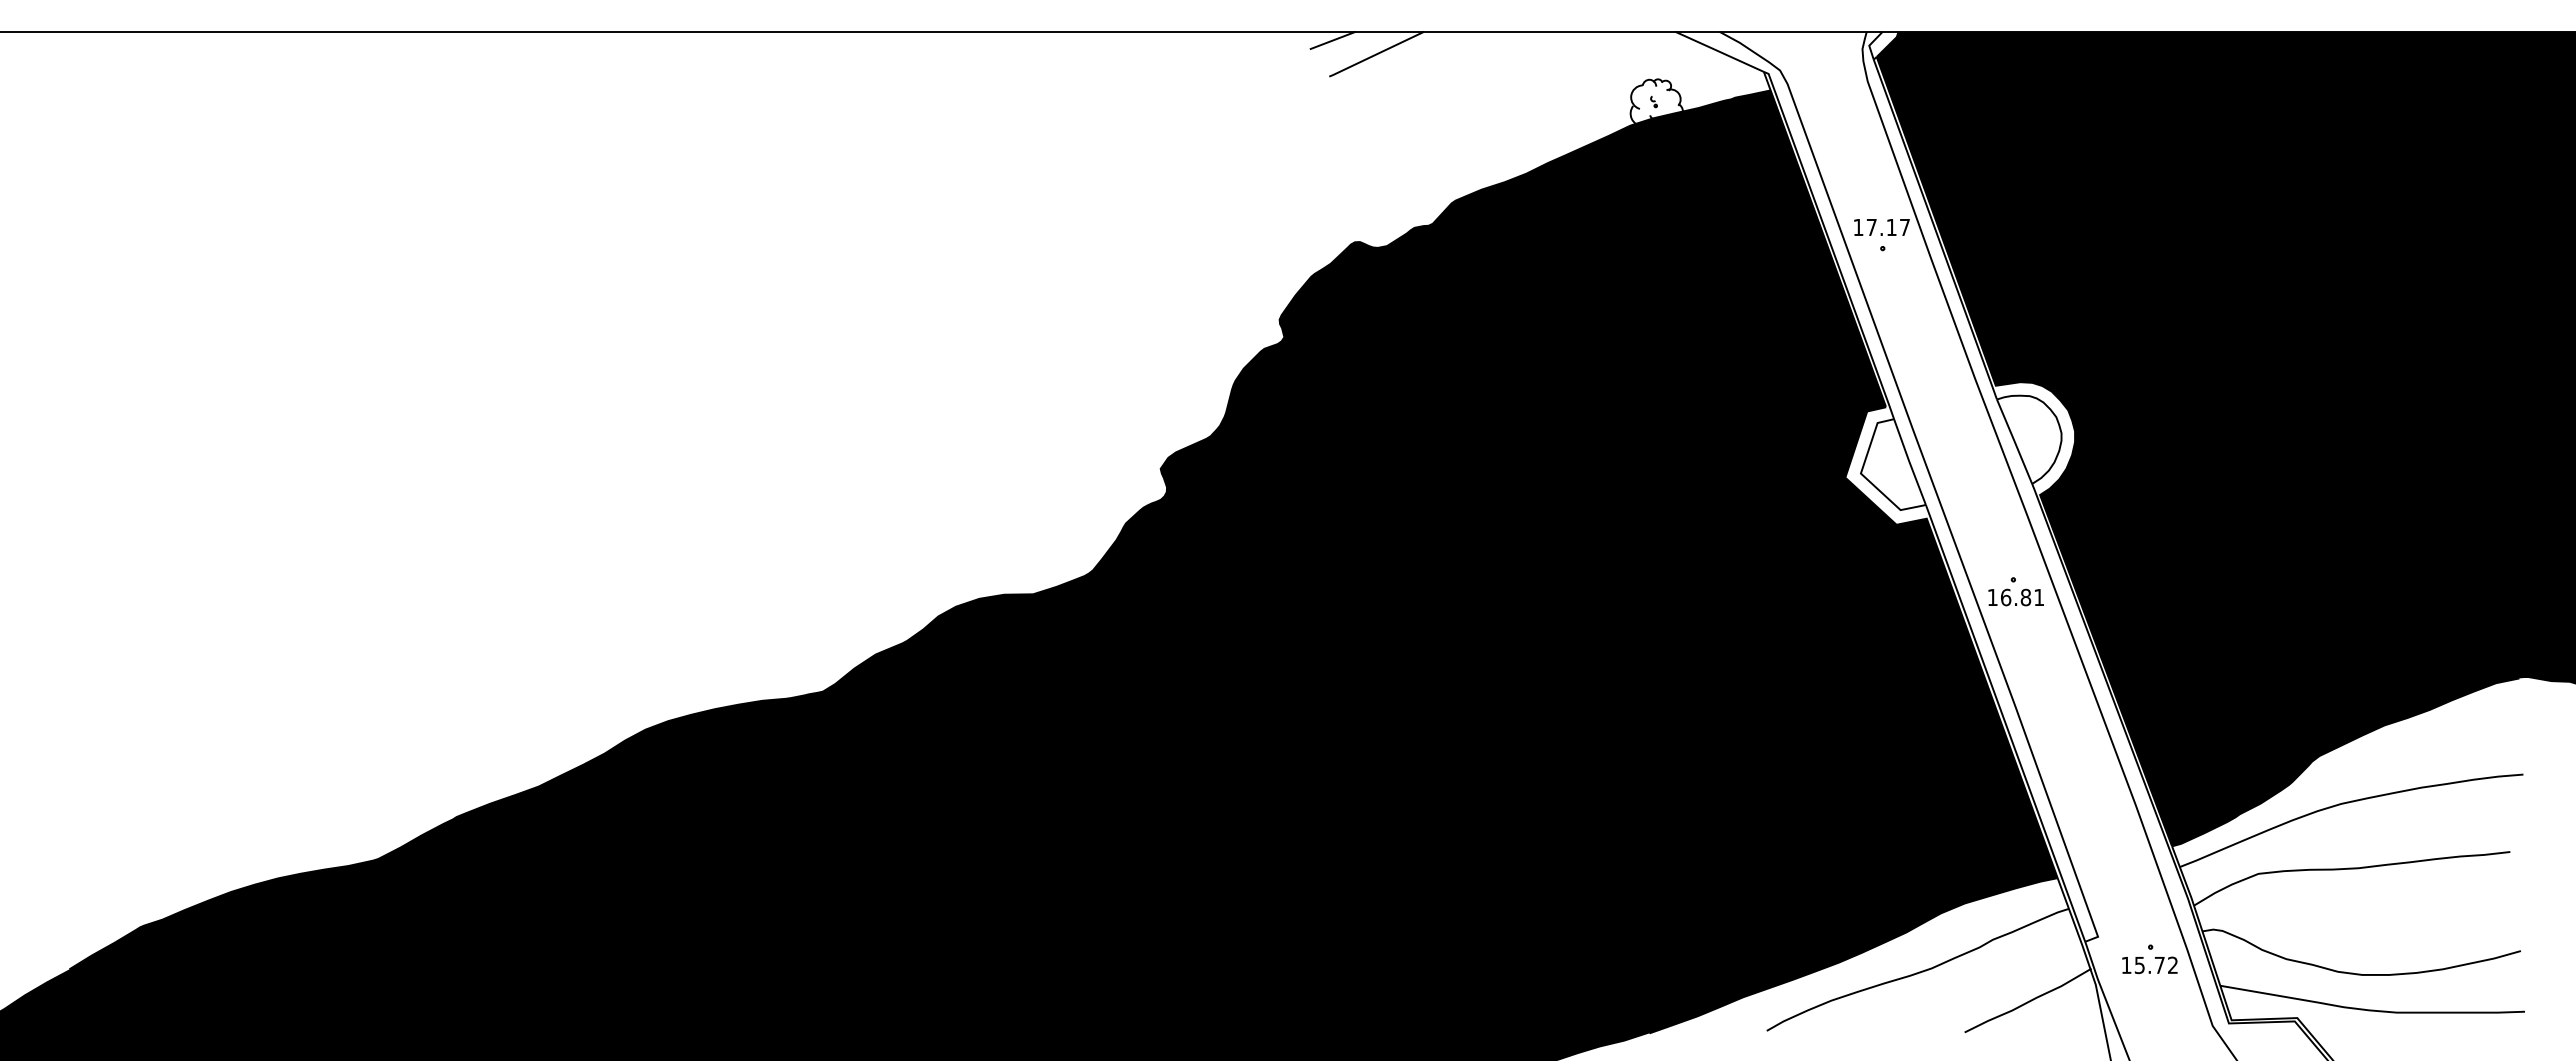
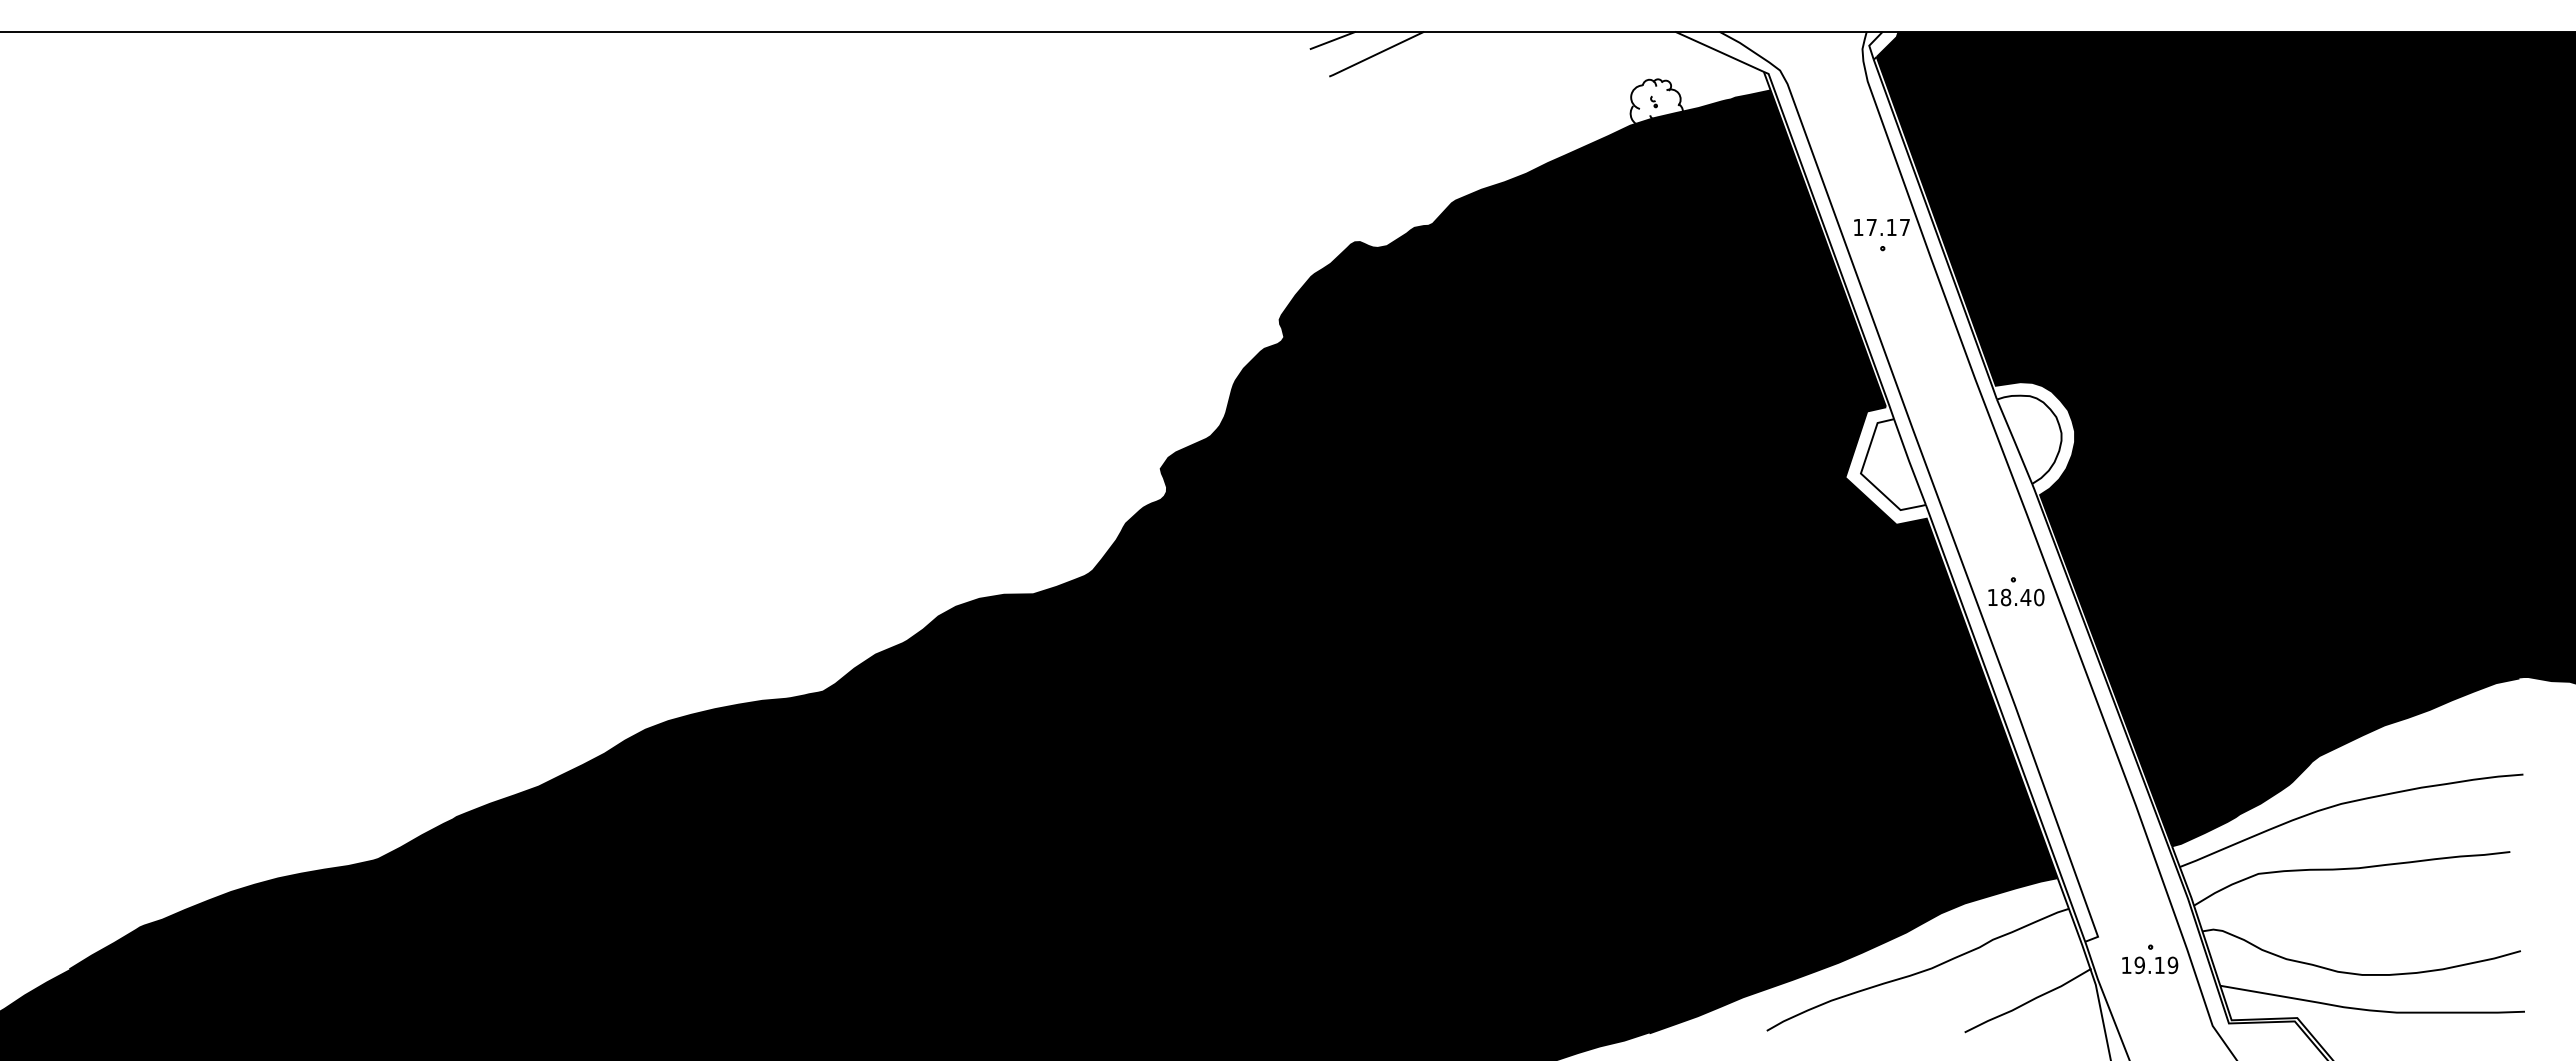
text at (2022, 597): 16.81 -> 18.40
text at (2156, 965): 15.72 -> 19.19
